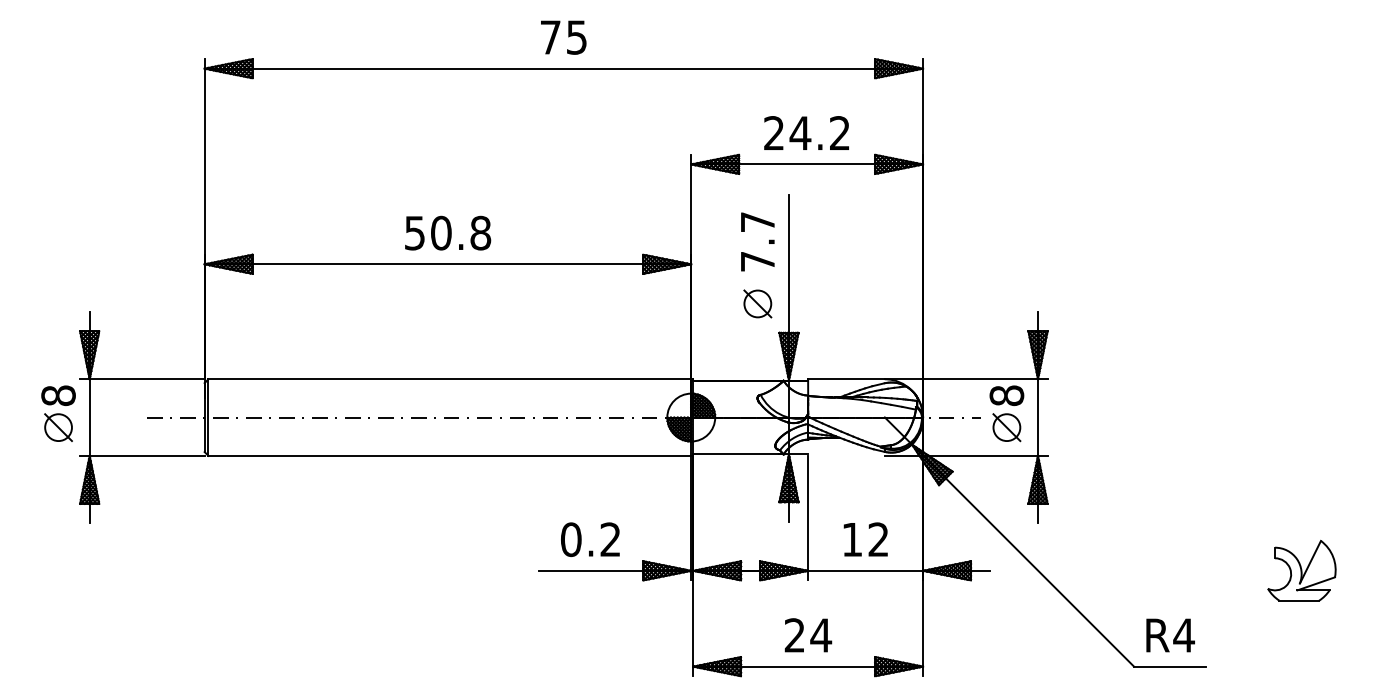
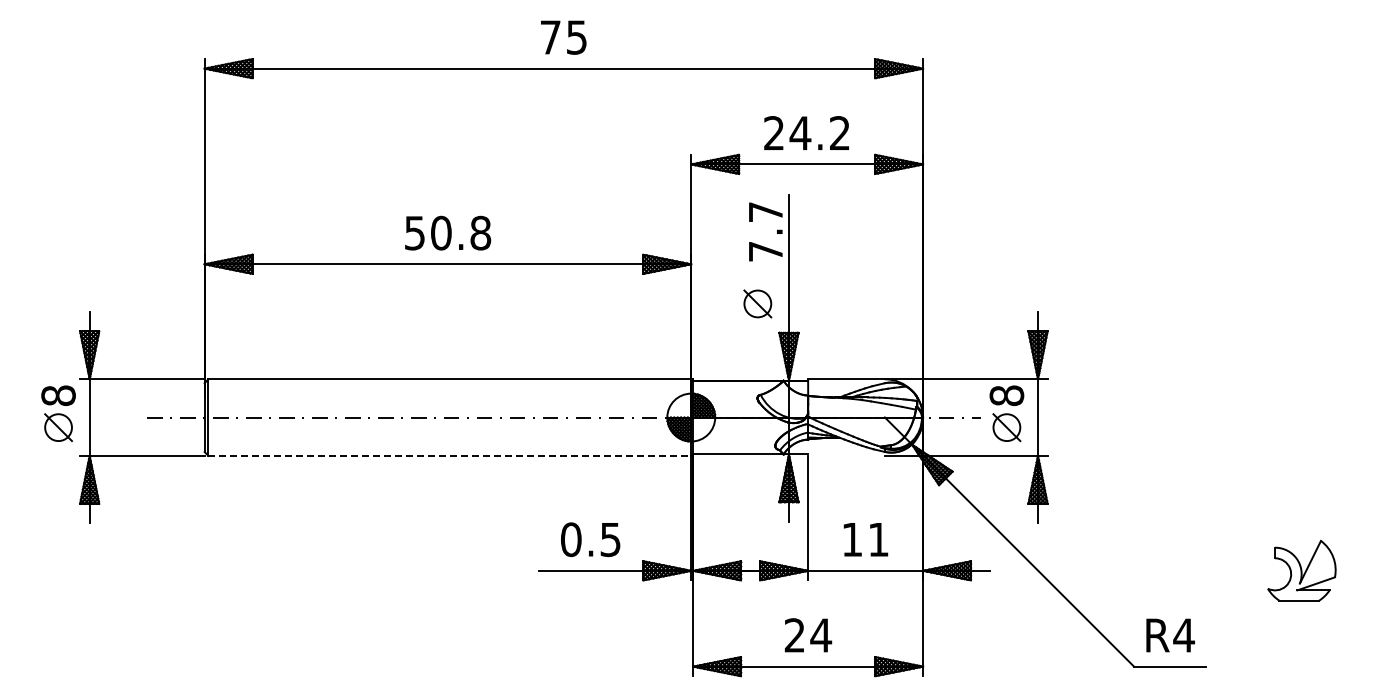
text at (757, 241) position: (757, 241) -> (765, 231)
line at (450, 455): solid -> dashed
text at (610, 539): 0.2 -> 0.5
text at (878, 539): 12 -> 11
